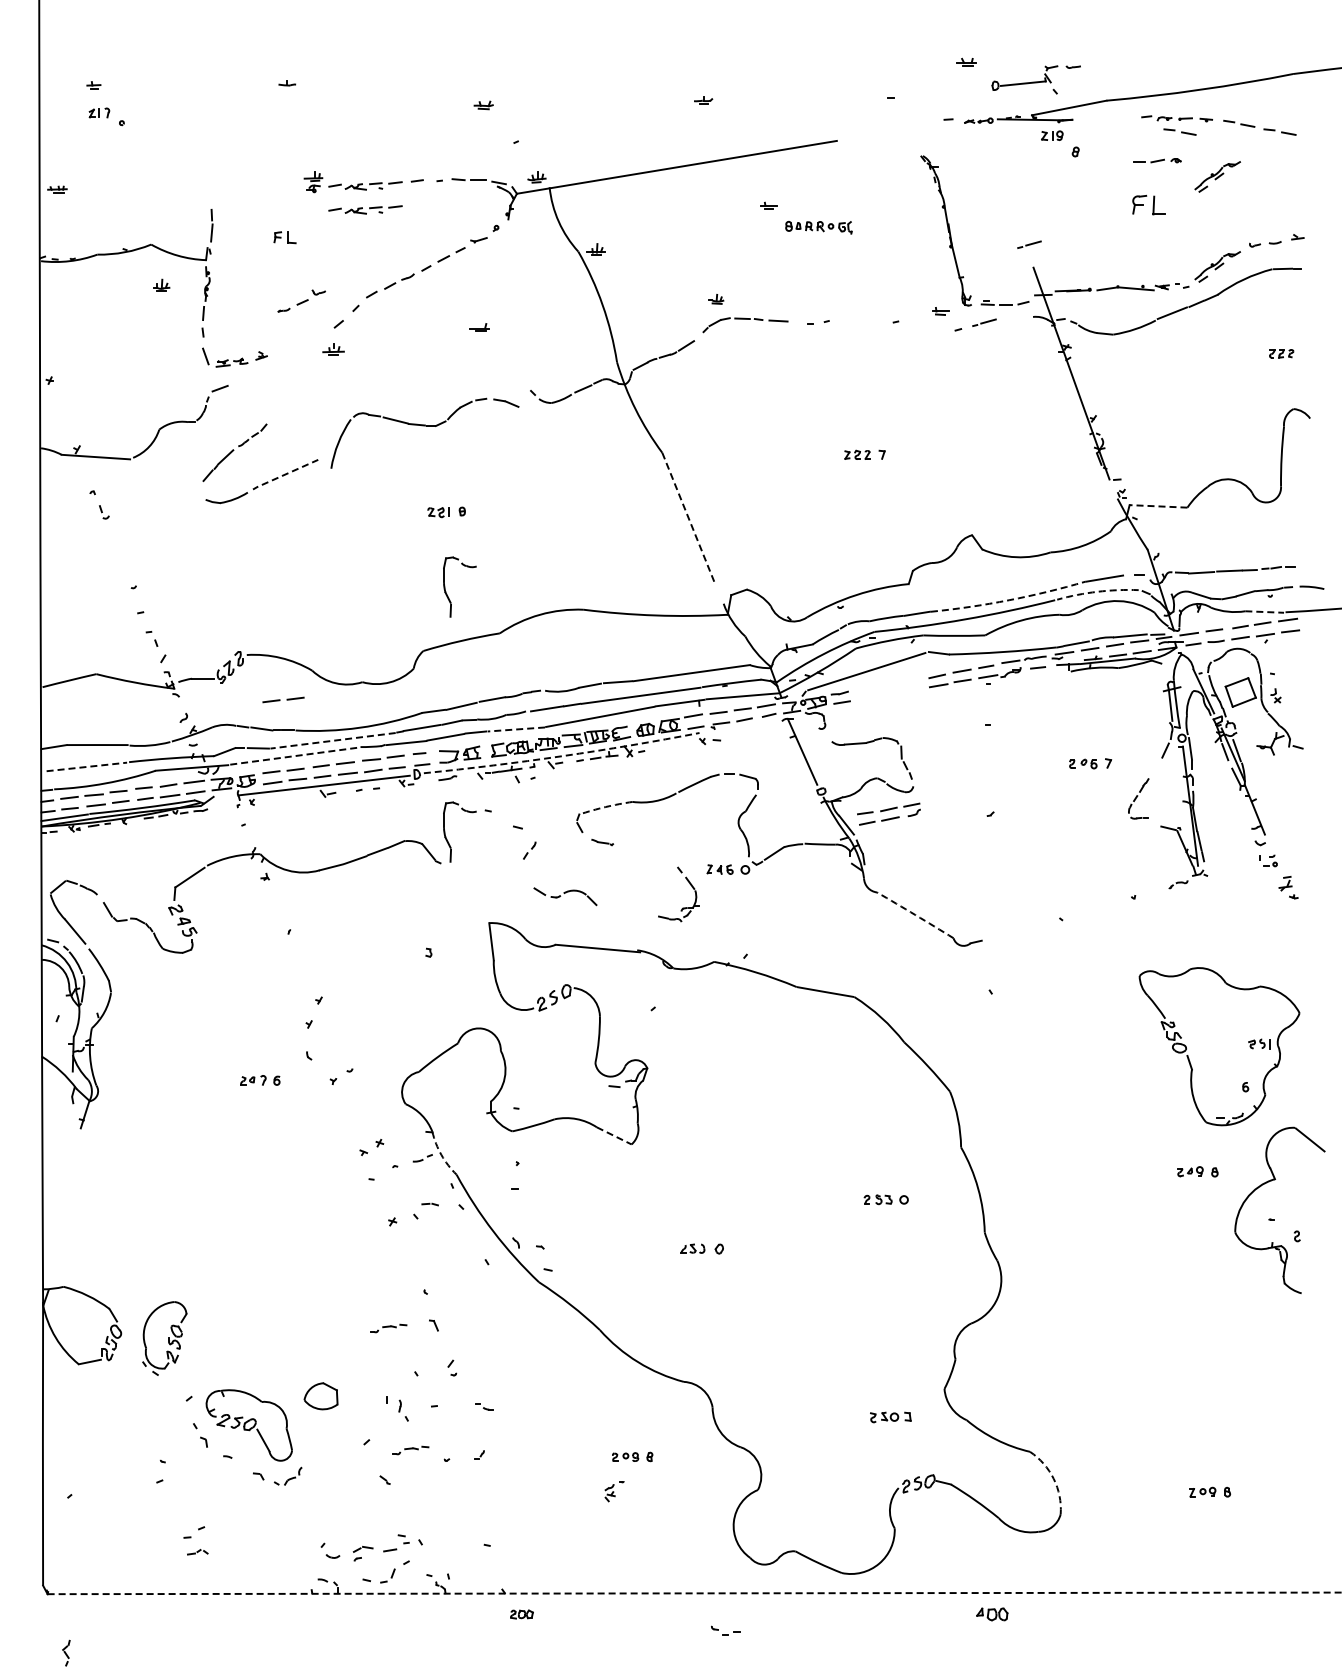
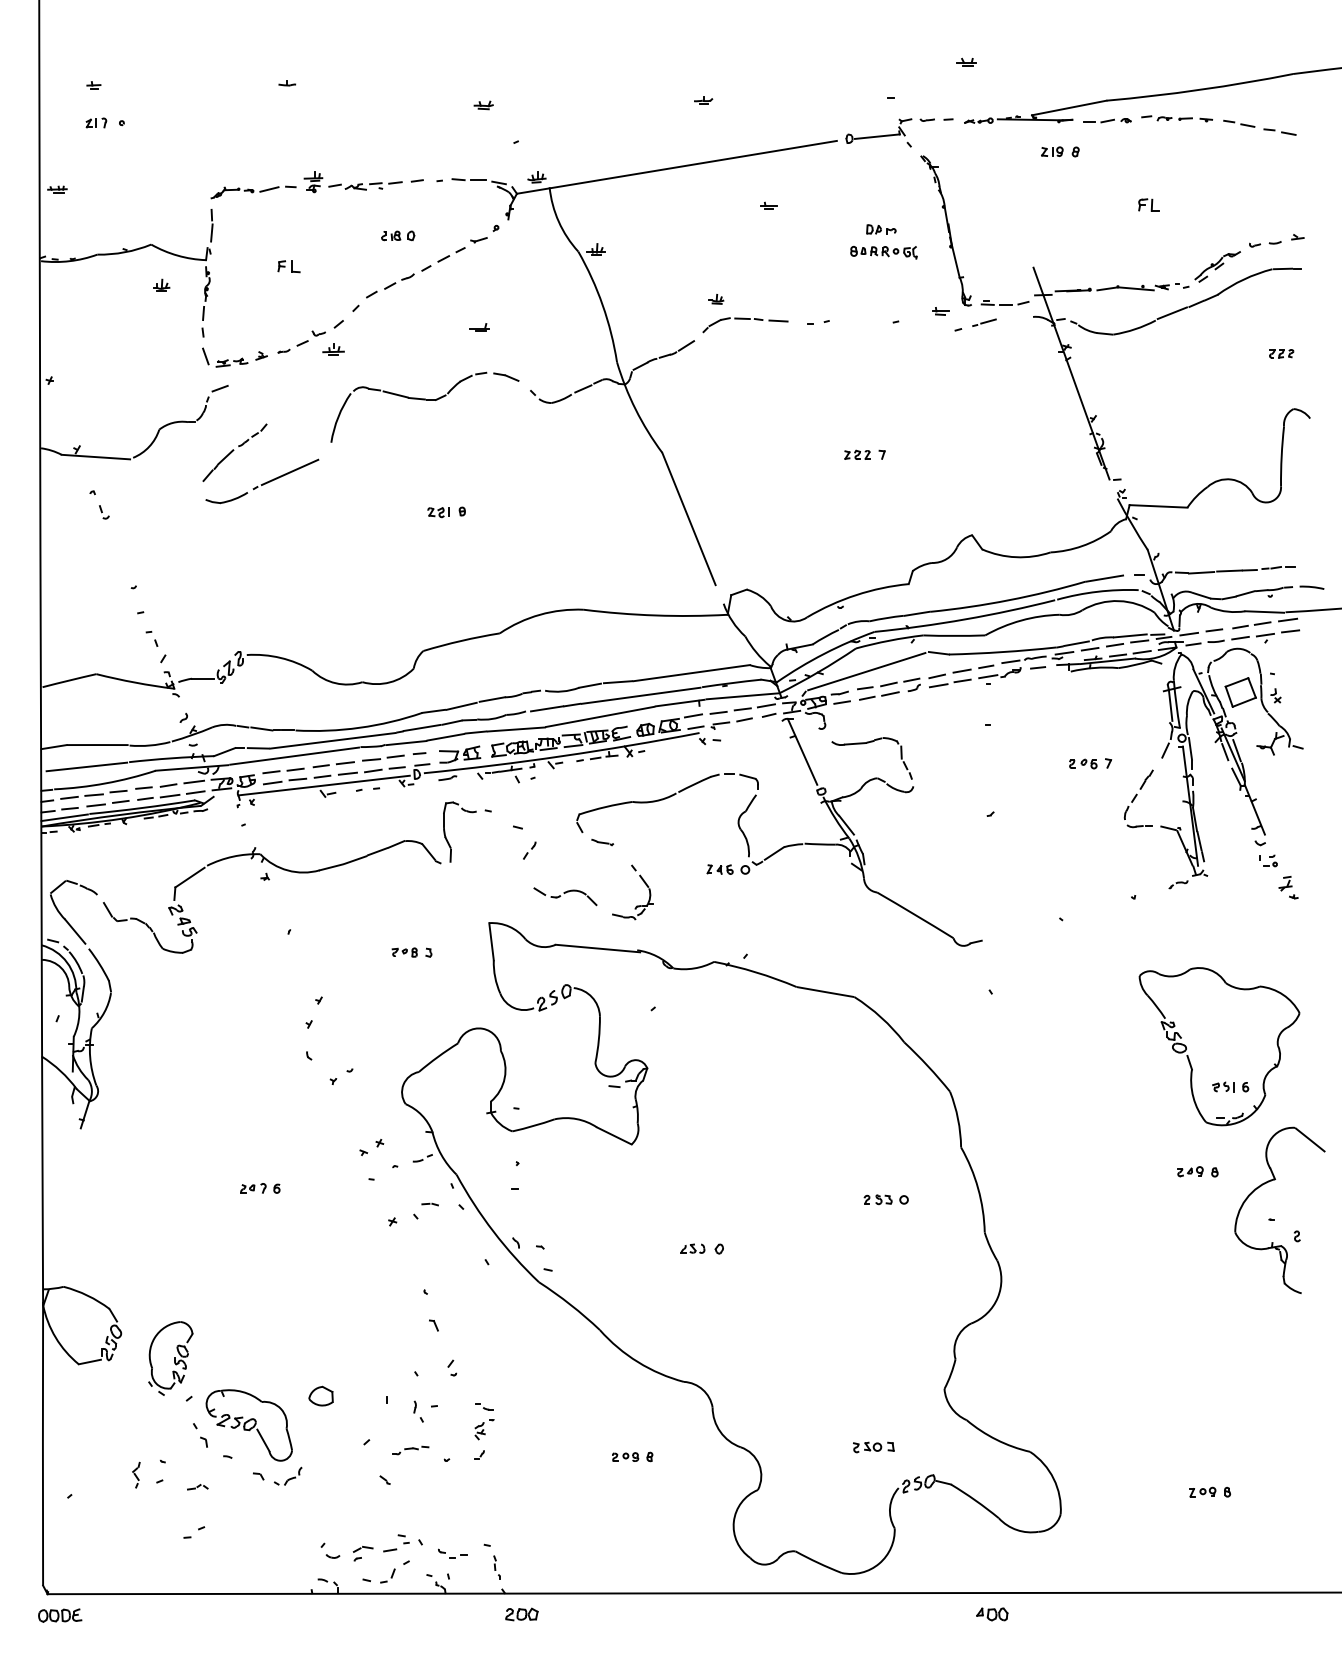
part at (1035, 79) position: (1035, 79) -> (889, 132)
part at (99, 112) position: (99, 112) -> (96, 122)
part at (1179, 131): present -> none
part at (1052, 135) position: (1052, 135) -> (1052, 151)
part at (1157, 160) position: (1157, 160) -> (1107, 120)
part at (1217, 176): present -> none
part at (253, 192): none -> present
part at (1148, 204) size: 34x22 px -> 22x14 px
part at (365, 209): present -> none
part at (818, 227) position: (818, 227) -> (883, 252)
part at (881, 229): none -> present
part at (398, 235): none -> present
part at (284, 237) position: (284, 237) -> (288, 266)
line at (1029, 244): present -> none
part at (301, 300) position: (301, 300) -> (301, 341)
part at (424, 432) position: (424, 432) -> (424, 406)
line at (290, 472): dashed -> solid
line at (1158, 506): dashed -> solid
line at (689, 519): dashed -> solid
part at (446, 591): present -> none
arc at (1097, 591): dashed -> solid
arc at (1009, 600): dashed -> solid
line at (1265, 612): dashed -> solid
line at (280, 699): present -> none
line at (516, 729): dashed -> solid
line at (332, 740): dashed -> solid
line at (294, 756): dashed -> solid
arc at (562, 756): dashed -> solid
line at (87, 766): dashed -> solid
part at (1138, 798) size: 22x42 px -> 31x60 px
arc at (605, 807): dashed -> solid
part at (888, 813) position: (888, 813) -> (888, 688)
part at (682, 907) position: (682, 907) -> (636, 905)
arc at (915, 915): dashed -> solid
part at (404, 952): none -> present
part at (1259, 1043) position: (1259, 1043) -> (1223, 1086)
part at (260, 1080) position: (260, 1080) -> (260, 1188)
line at (614, 1136): dashed -> solid
arc at (441, 1155): dashed -> solid
part at (388, 1328): present -> none
part at (164, 1338) position: (164, 1338) -> (170, 1358)
part at (320, 1396) size: 36x29 px -> 26x22 px
part at (403, 1410) position: (403, 1410) -> (418, 1411)
part at (890, 1417) position: (890, 1417) -> (873, 1447)
arc at (1053, 1478): dashed -> solid
part at (614, 1491) position: (614, 1491) -> (484, 1429)
part at (197, 1552) position: (197, 1552) -> (197, 1487)
part at (496, 1567): none -> present
line at (694, 1593): dashed -> solid
part at (521, 1614) size: 24x11 px -> 34x15 px
part at (60, 1615): none -> present
part at (725, 1630) position: (725, 1630) -> (452, 1553)
part at (66, 1652) position: (66, 1652) -> (136, 1474)
